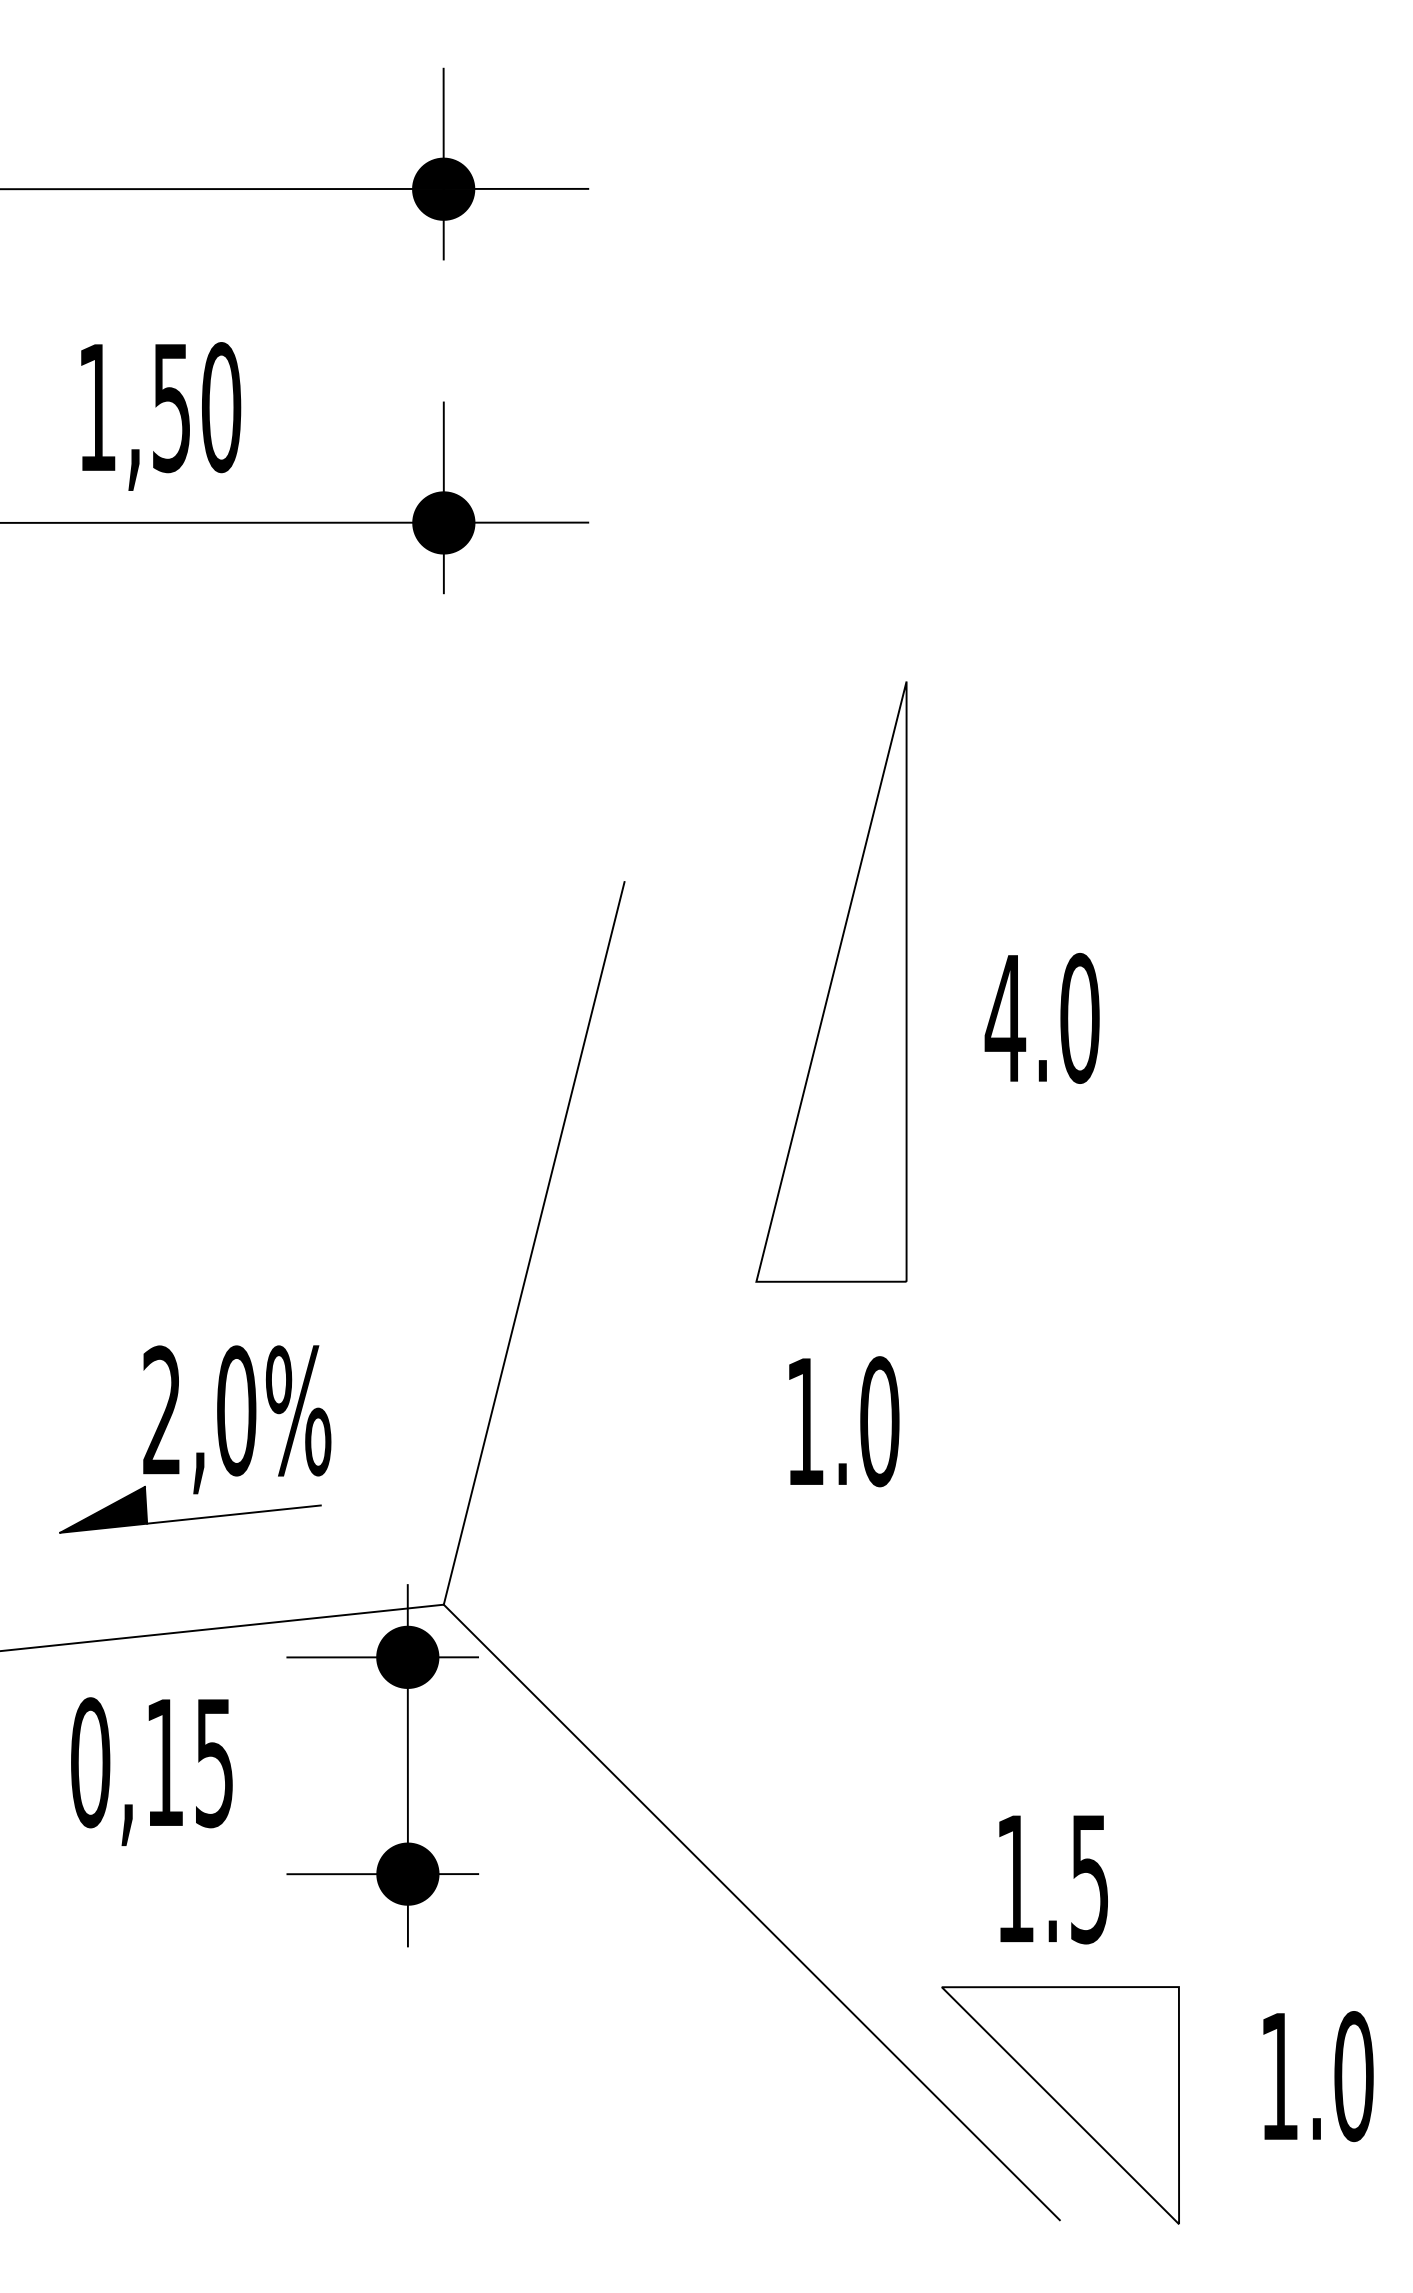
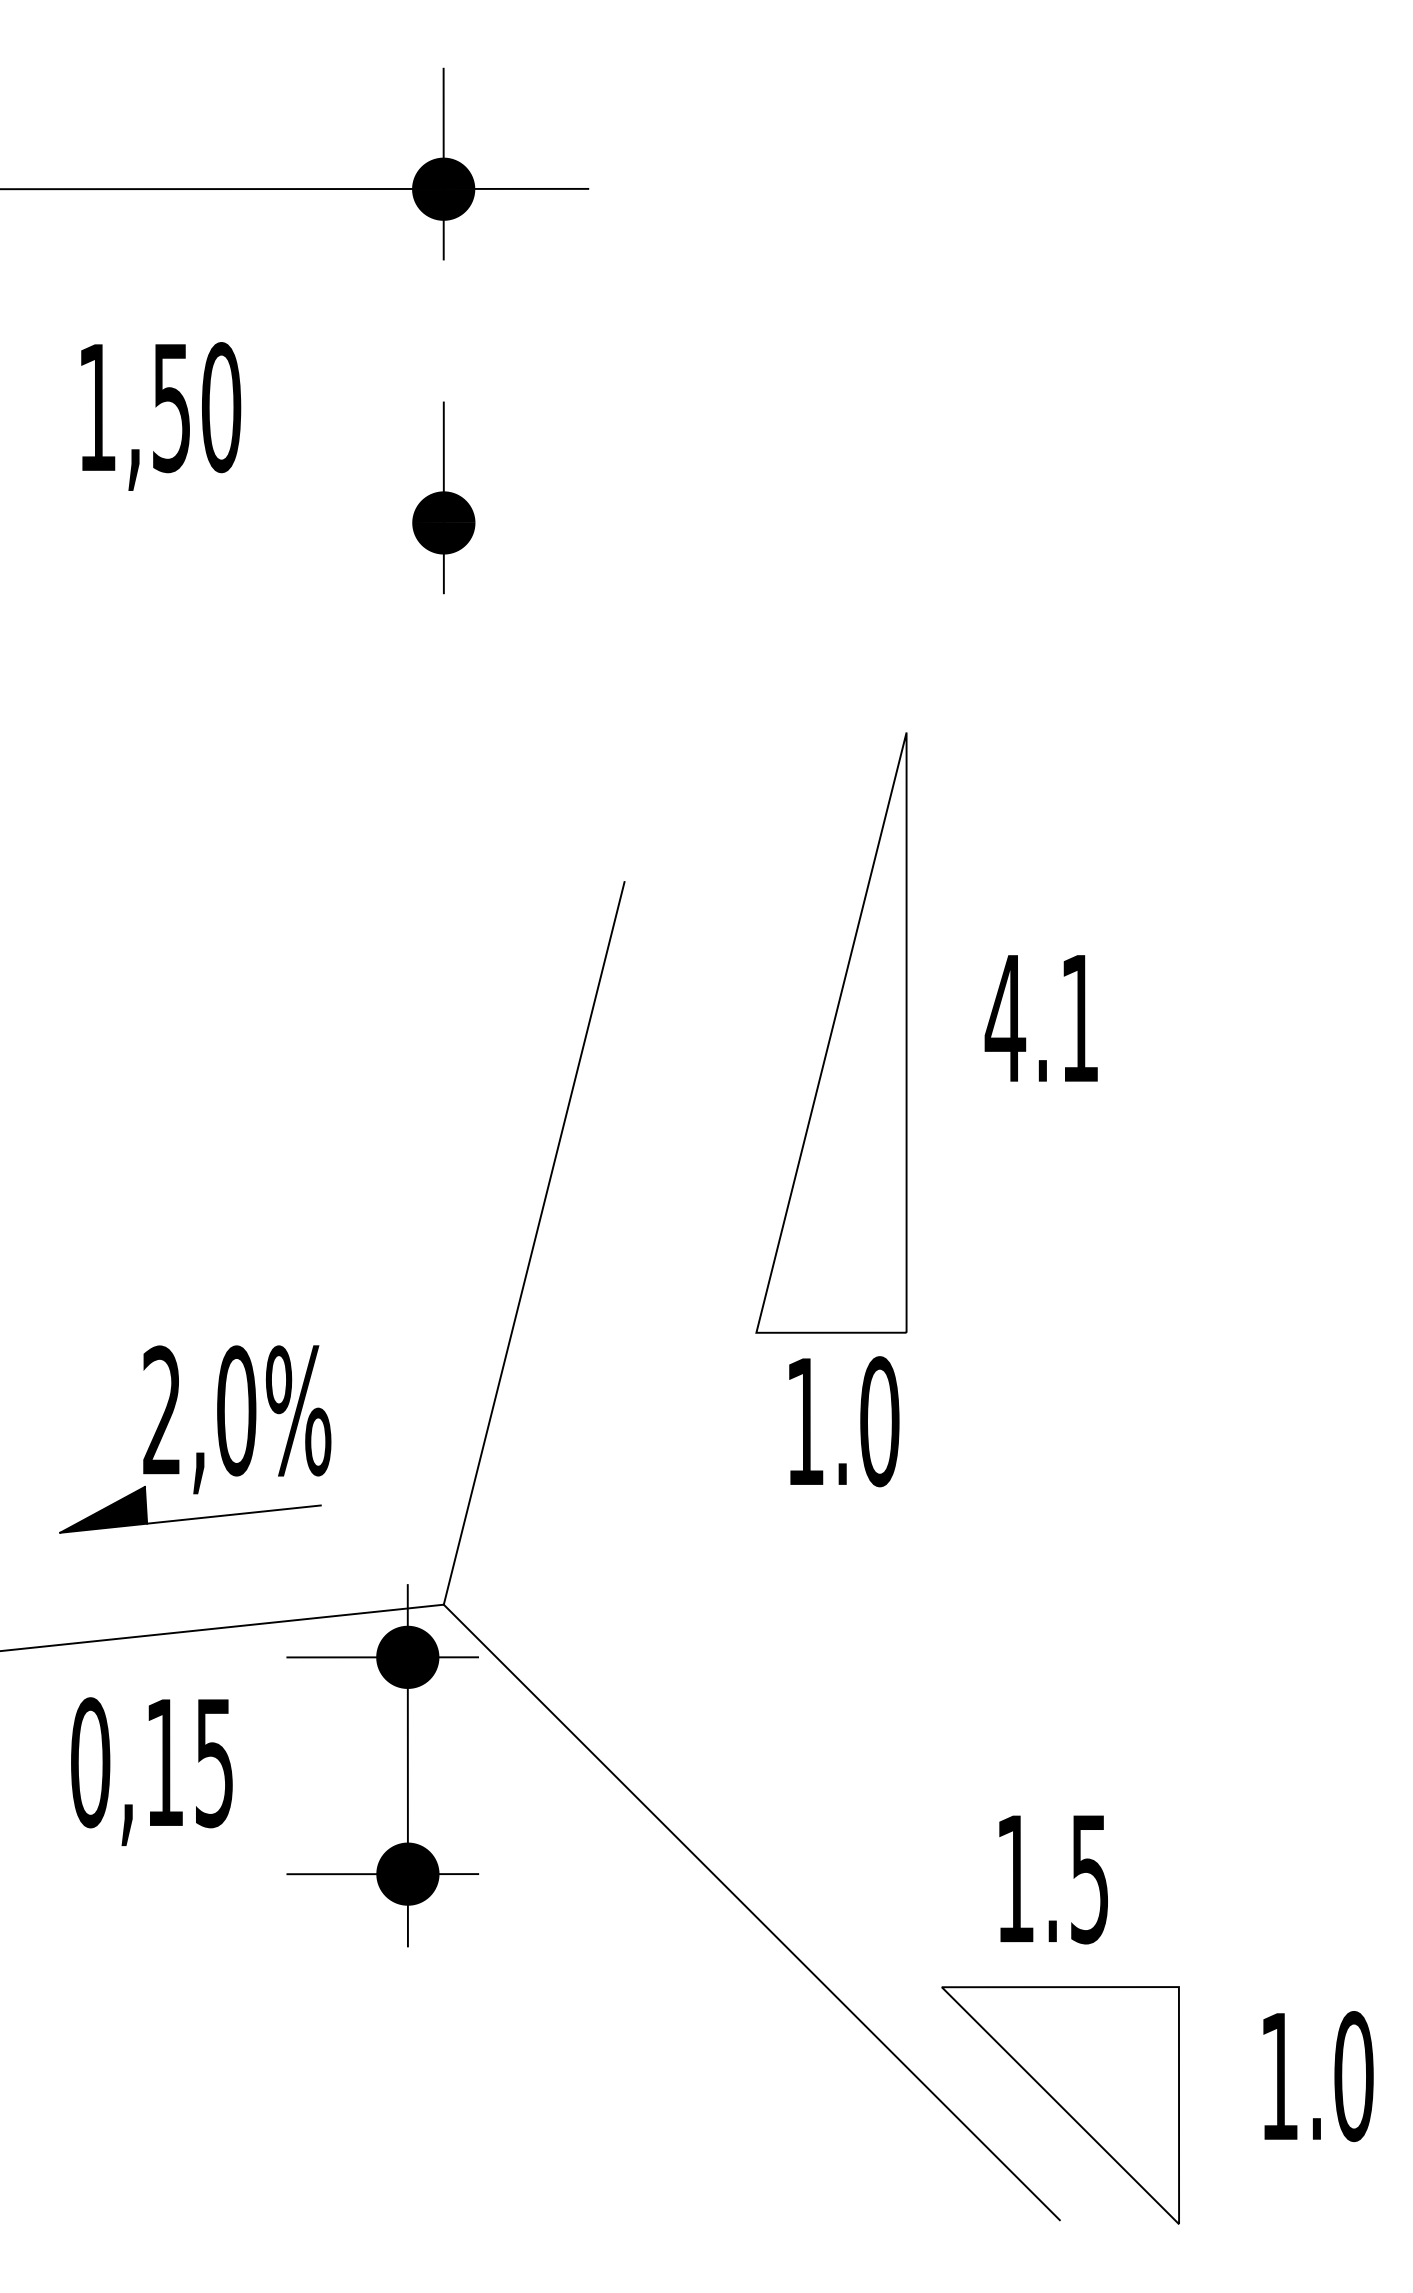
line at (295, 522): present -> none
part at (831, 981) position: (831, 981) -> (831, 1032)
text at (1079, 1017): 4.0 -> 4.1
